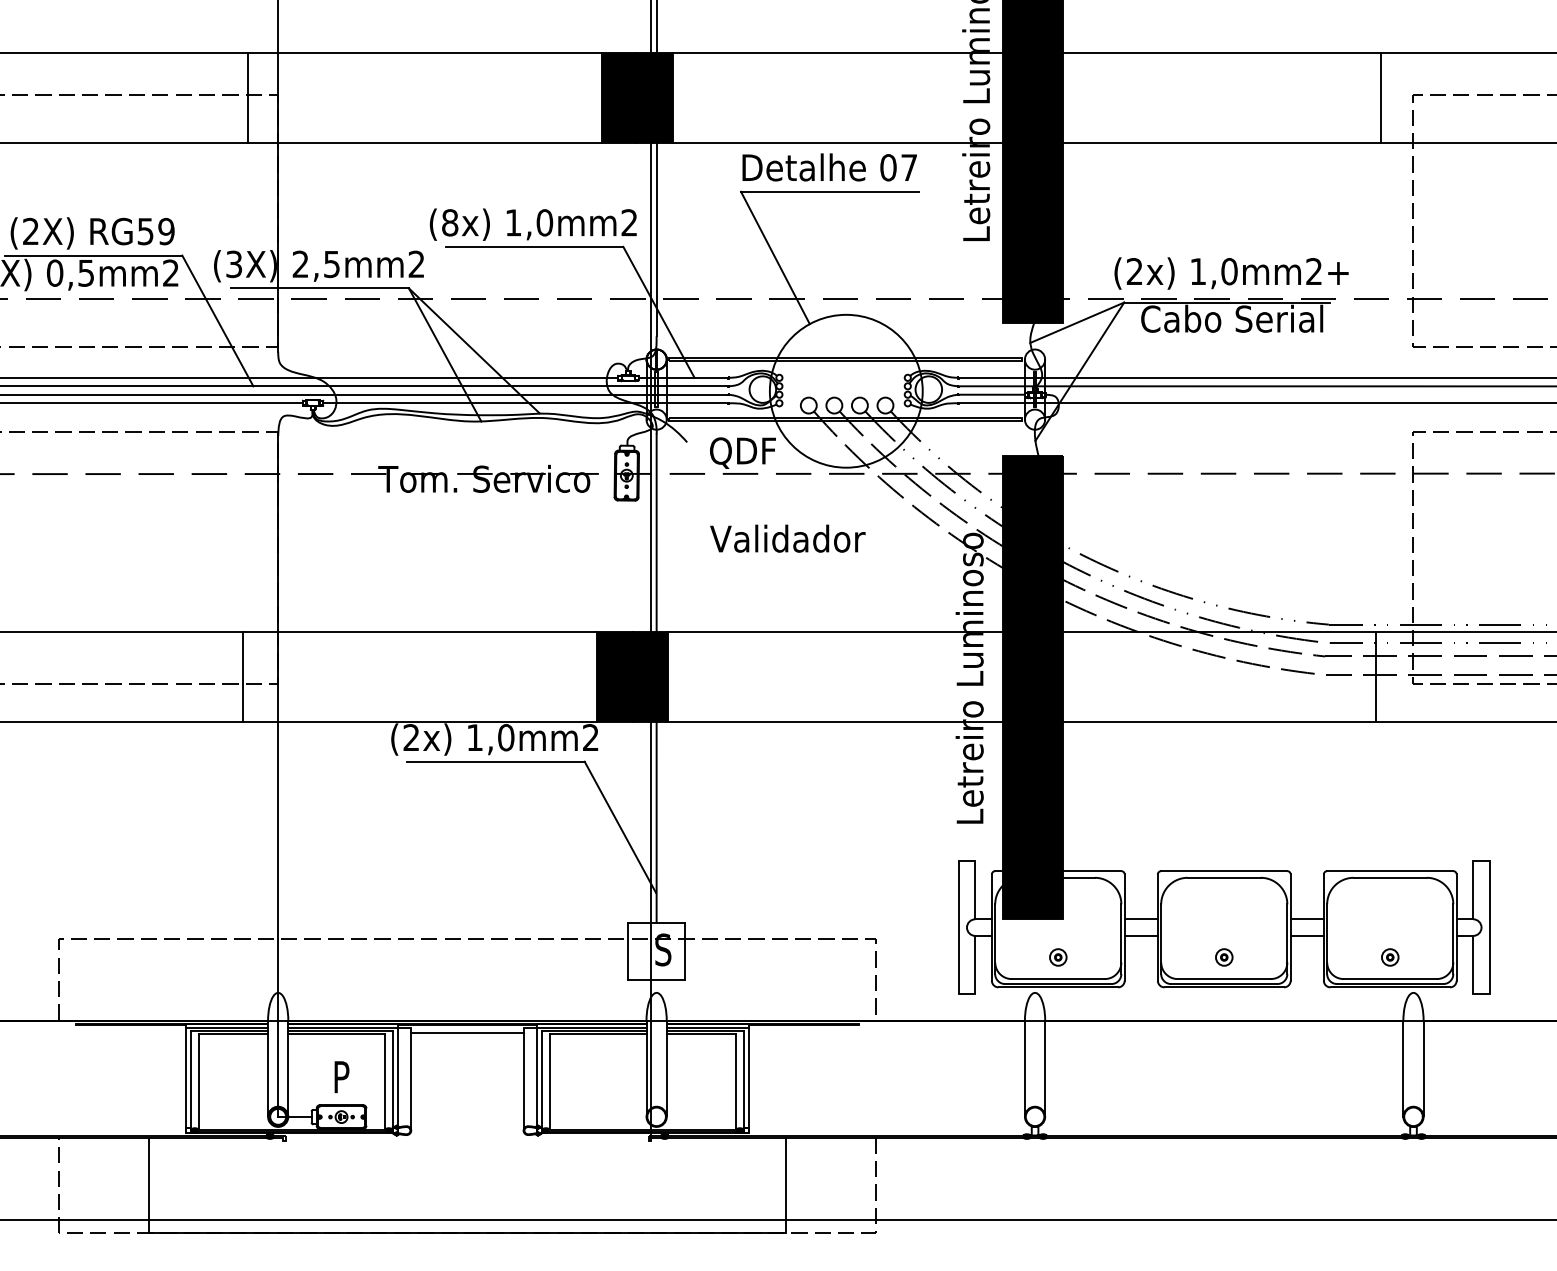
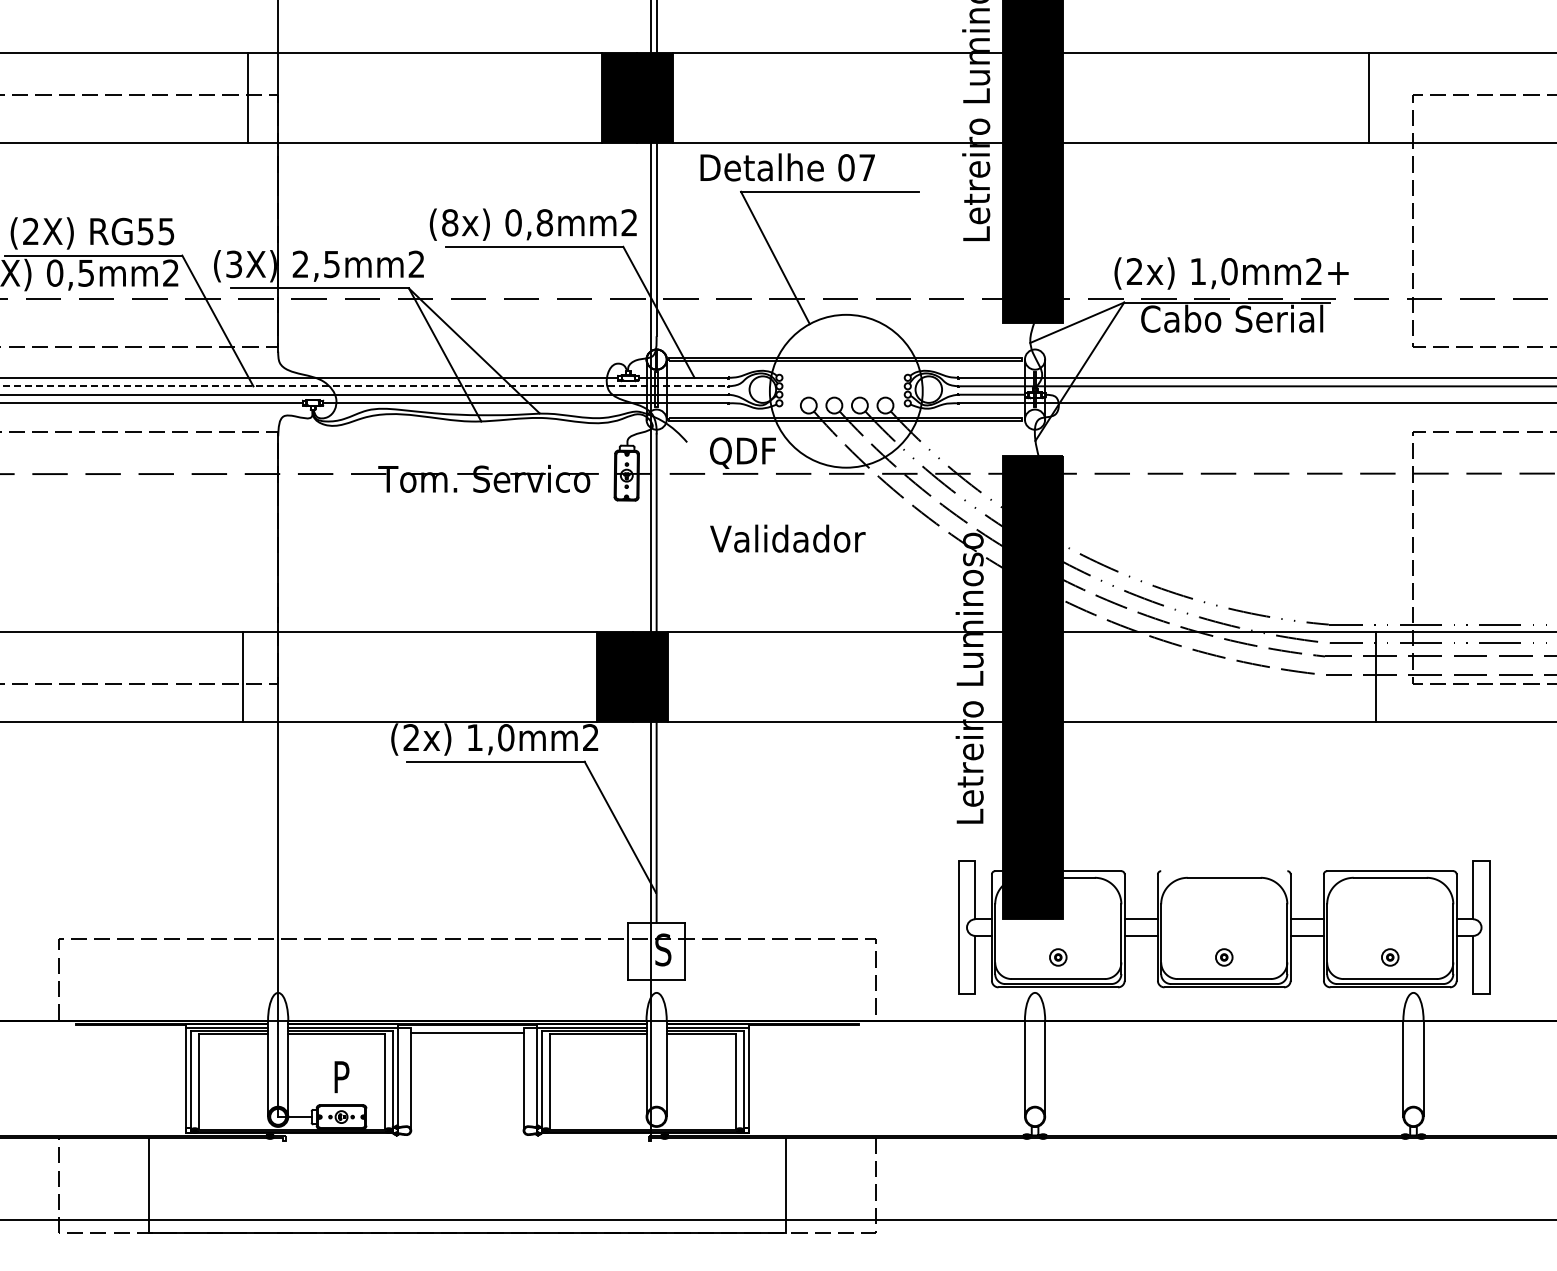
line at (1381, 98) position: (1381, 98) -> (1369, 98)
text at (829, 167) position: (829, 167) -> (787, 167)
text at (529, 222): 1,0mm2 -> 0,8mm2
text at (166, 230): RG59 -> RG55
line at (364, 386): solid -> dashed
line at (1224, 871): present -> none
